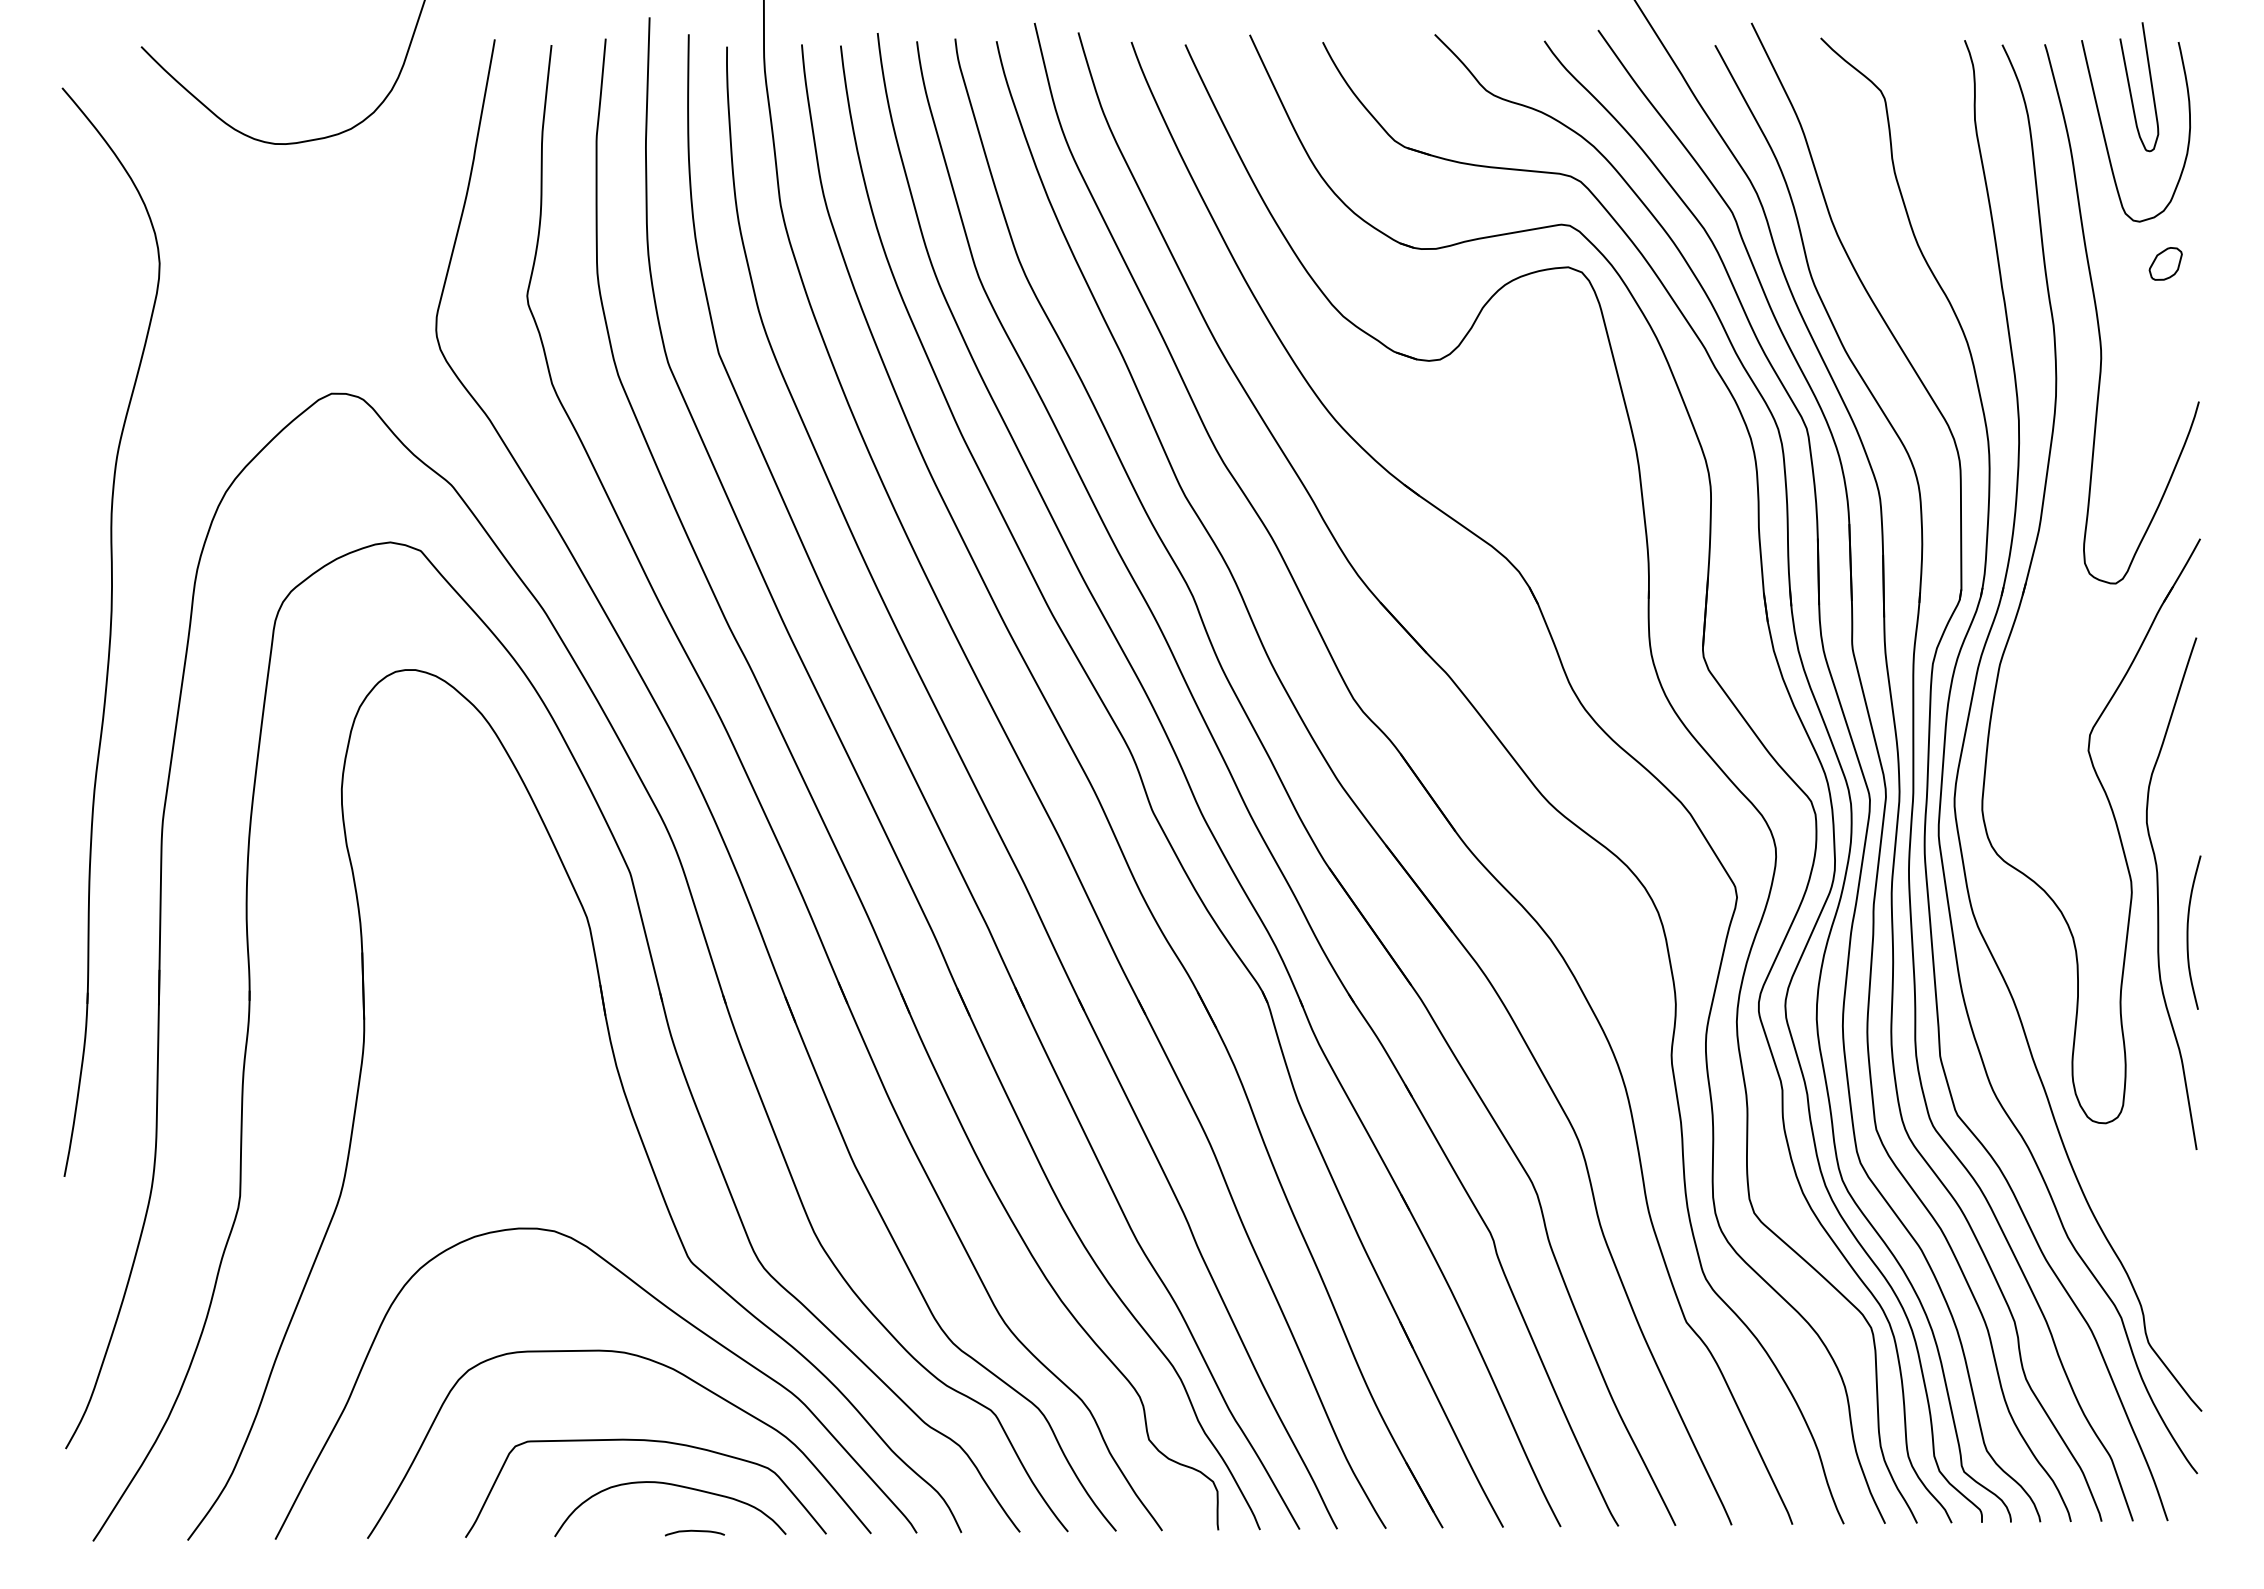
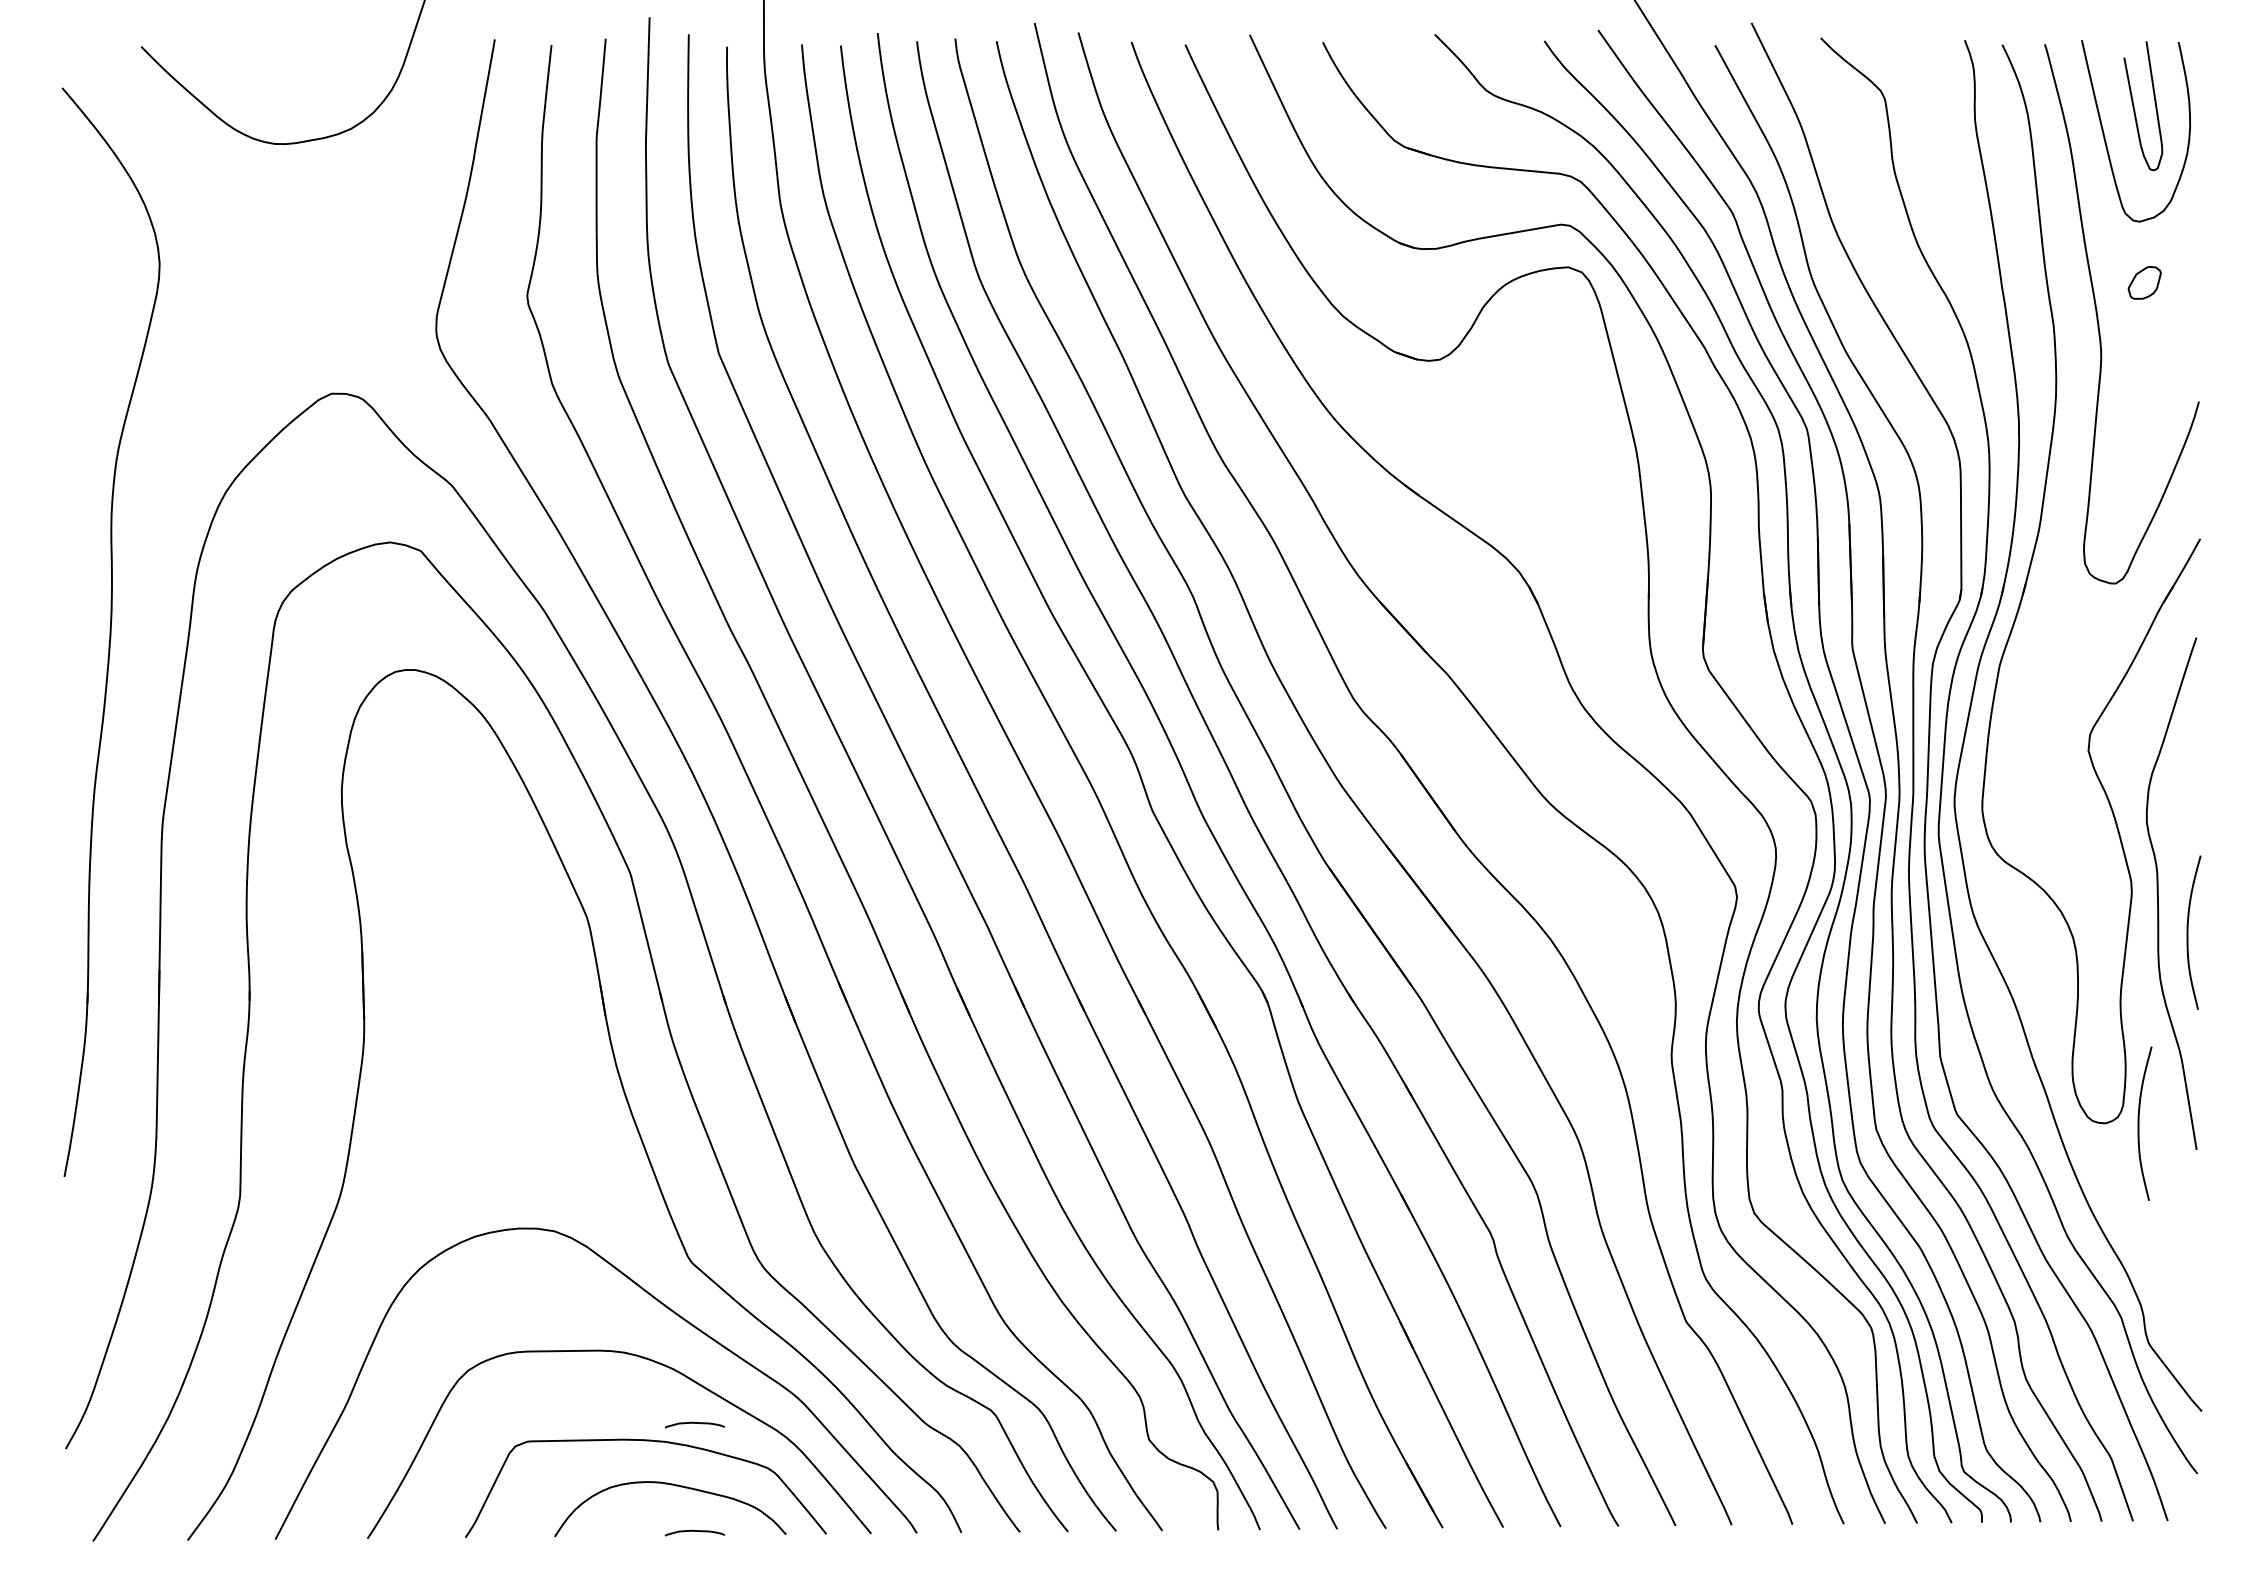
curve at (2131, 91) position: (2131, 91) -> (2135, 110)
part at (2165, 263) position: (2165, 263) -> (2144, 282)
curve at (2139, 1123): none -> present
curve at (694, 1423): none -> present
